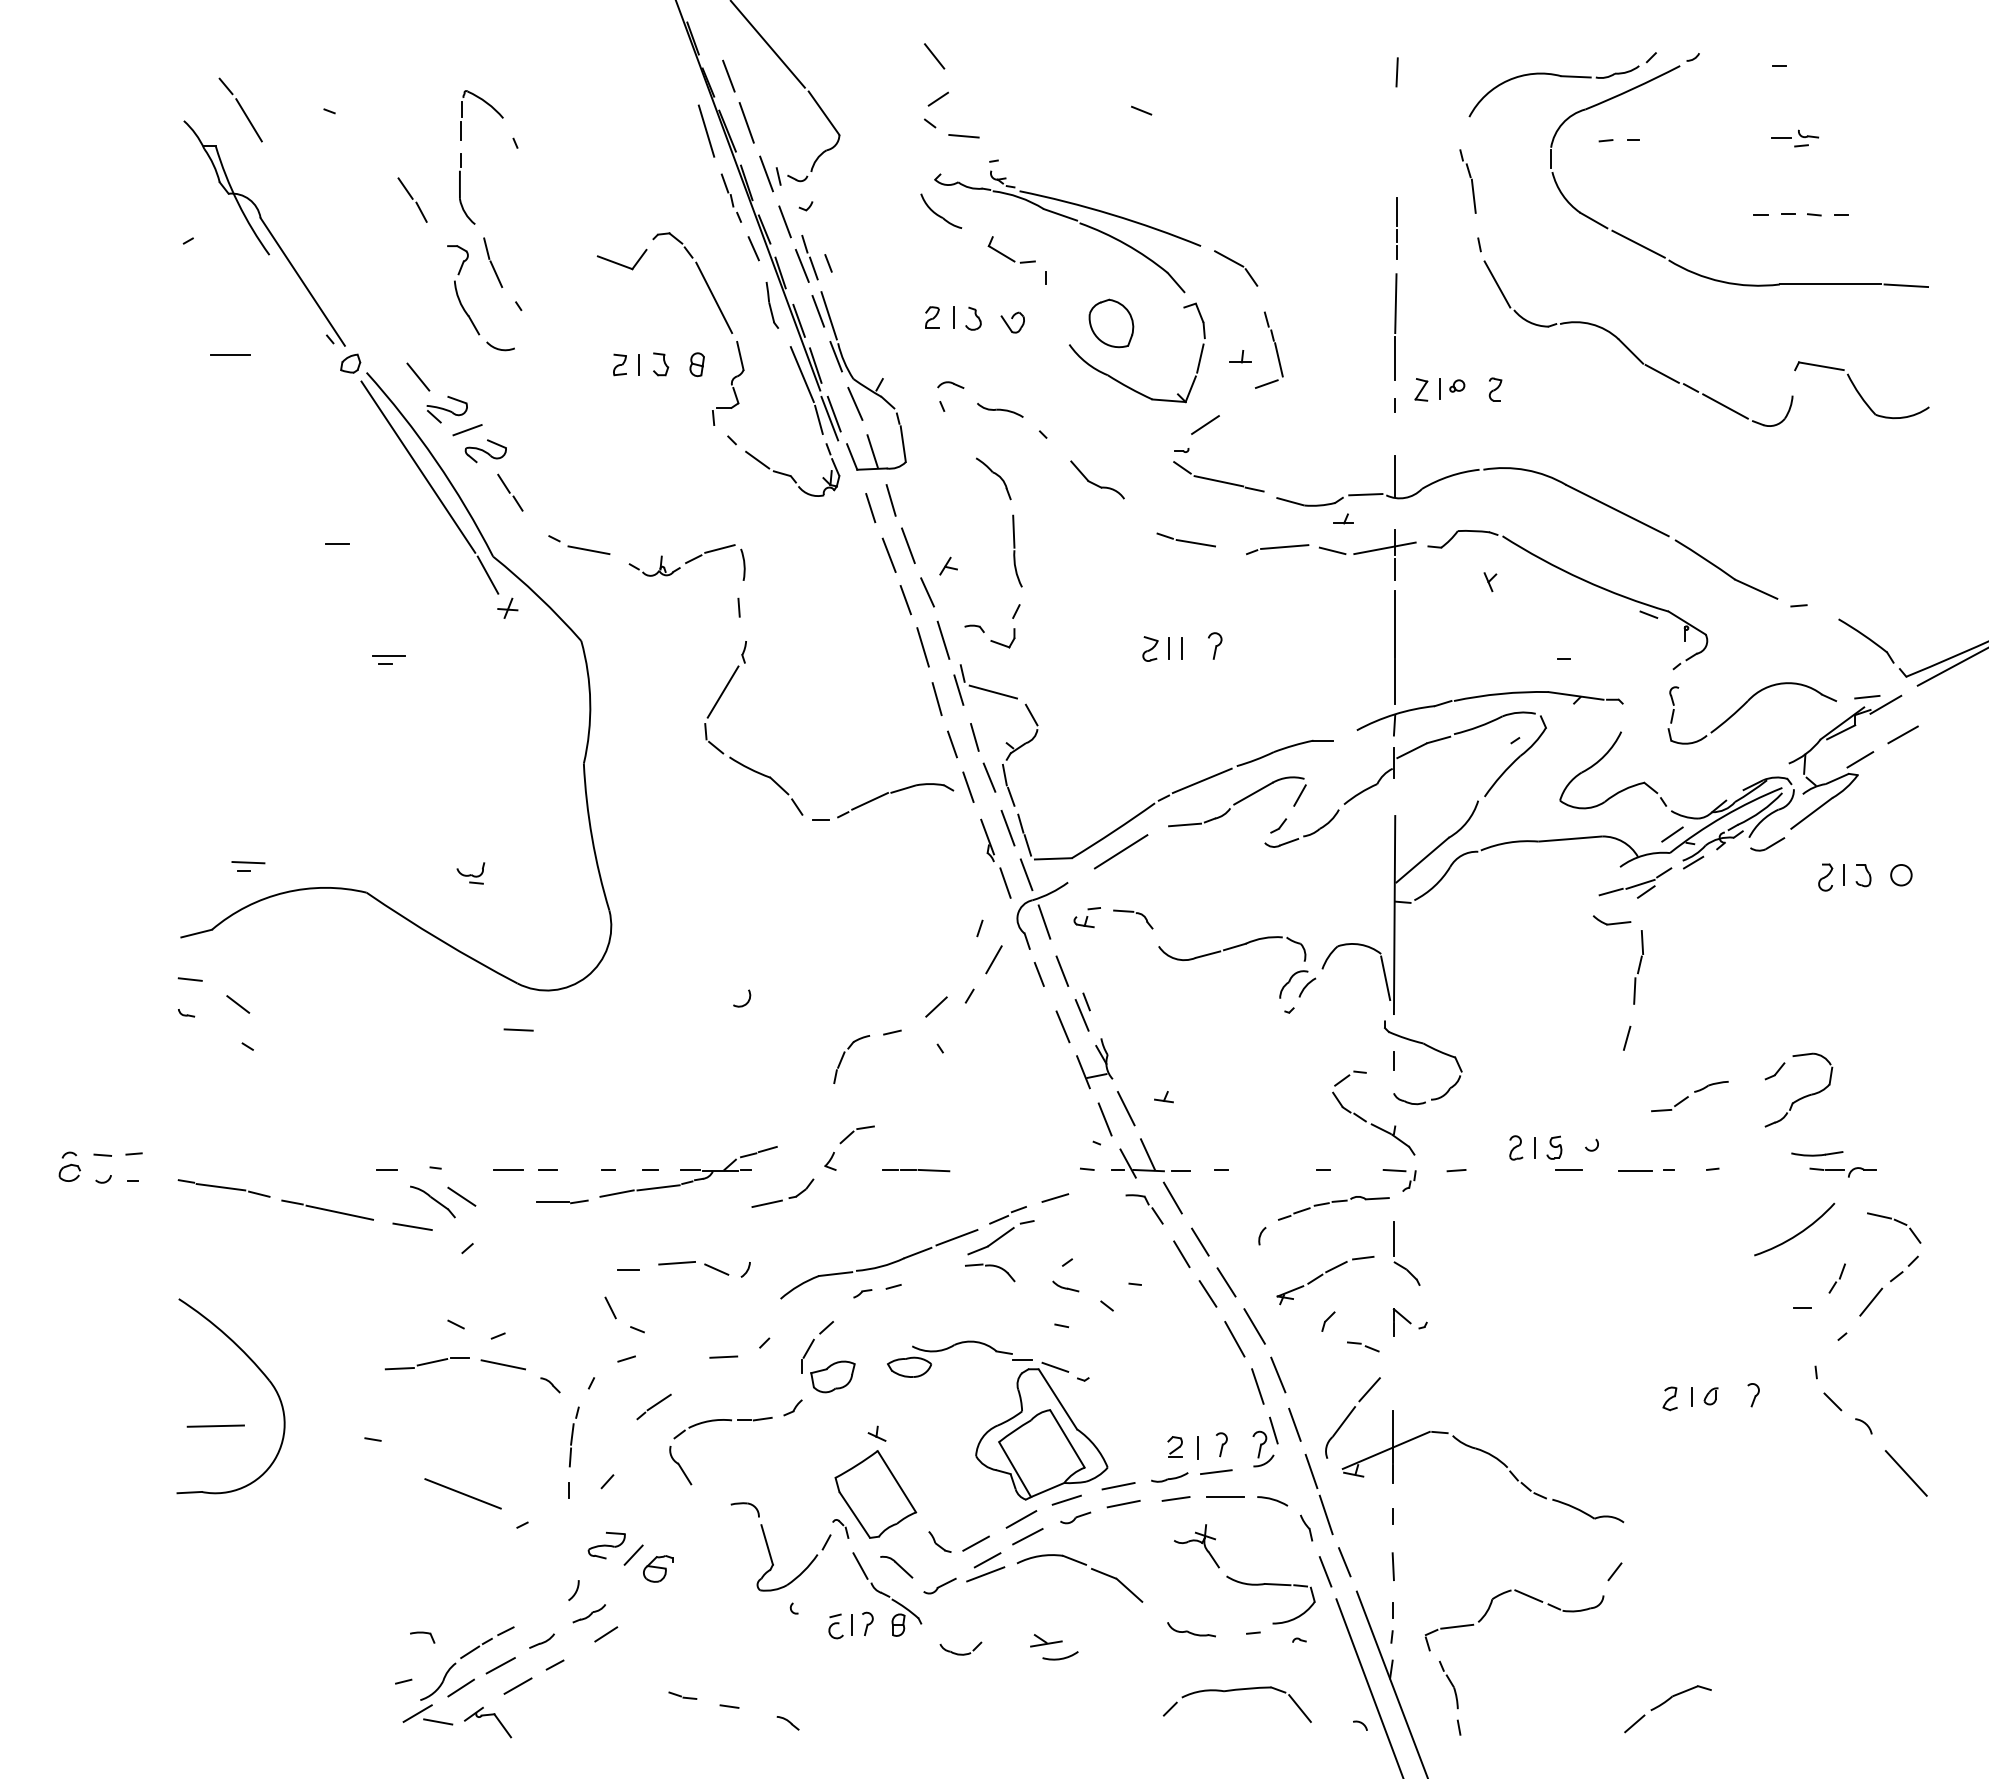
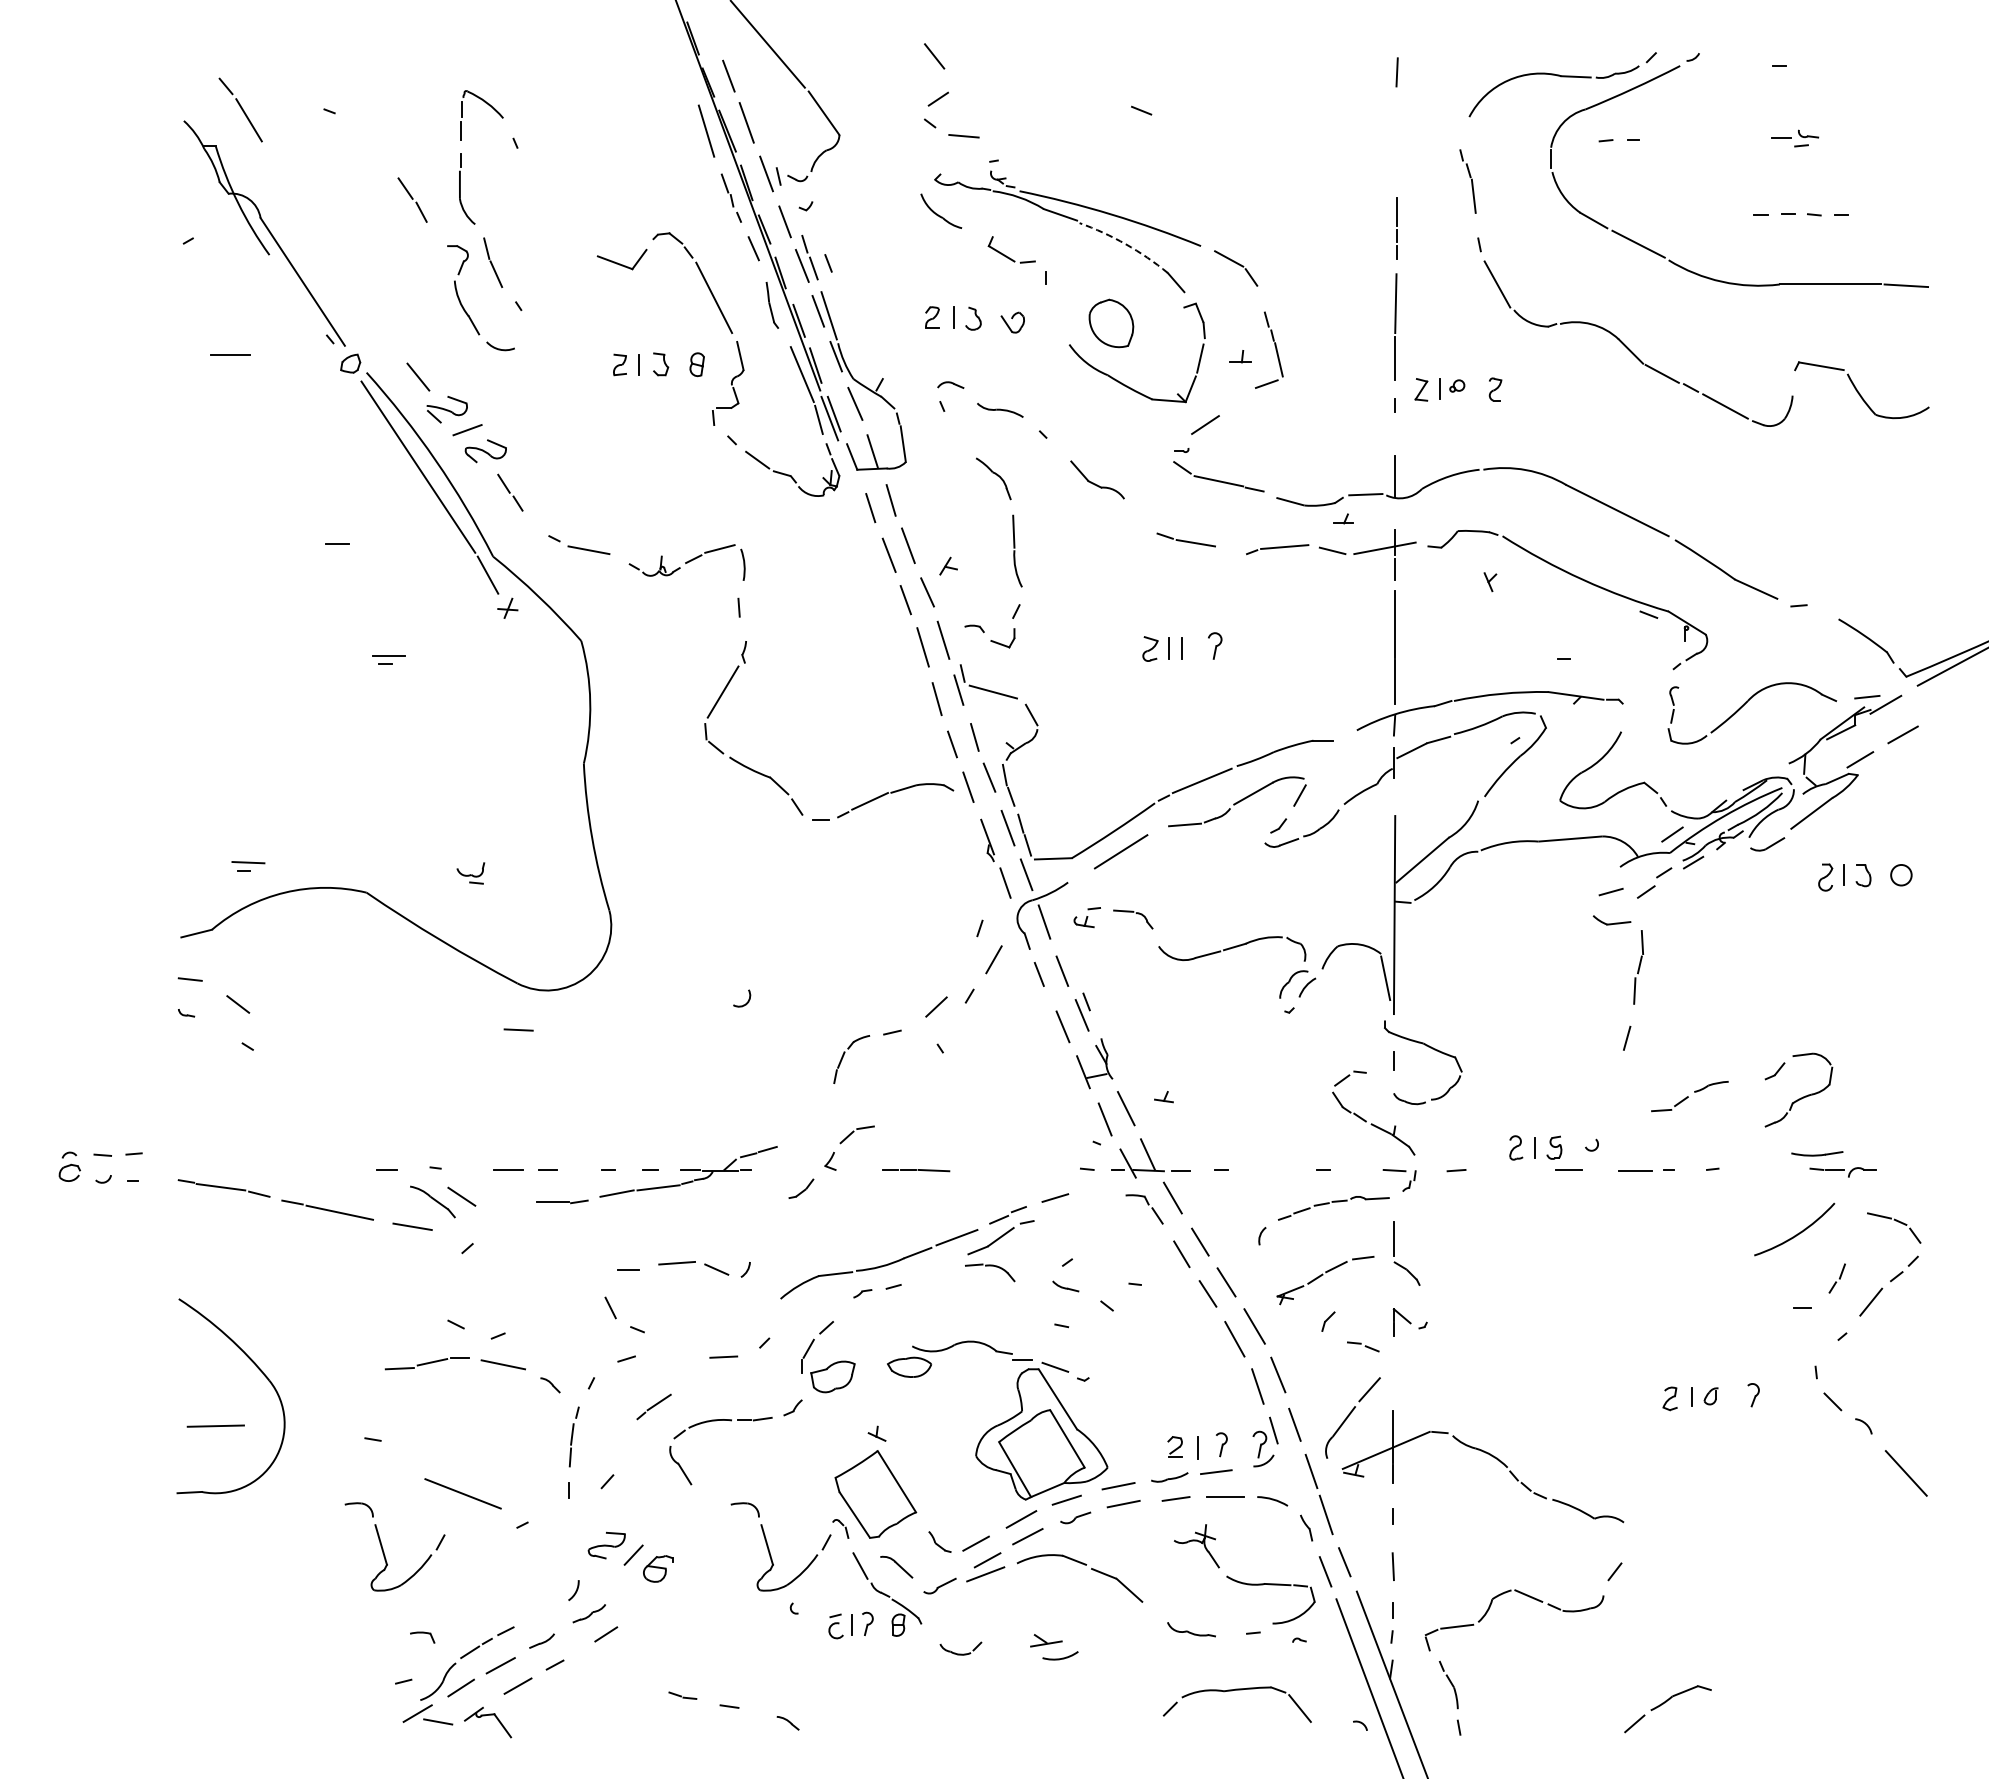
arc at (1125, 244): solid -> dashed
line at (1640, 883): present -> none
line at (766, 1203): present -> none
part at (383, 1548): none -> present
